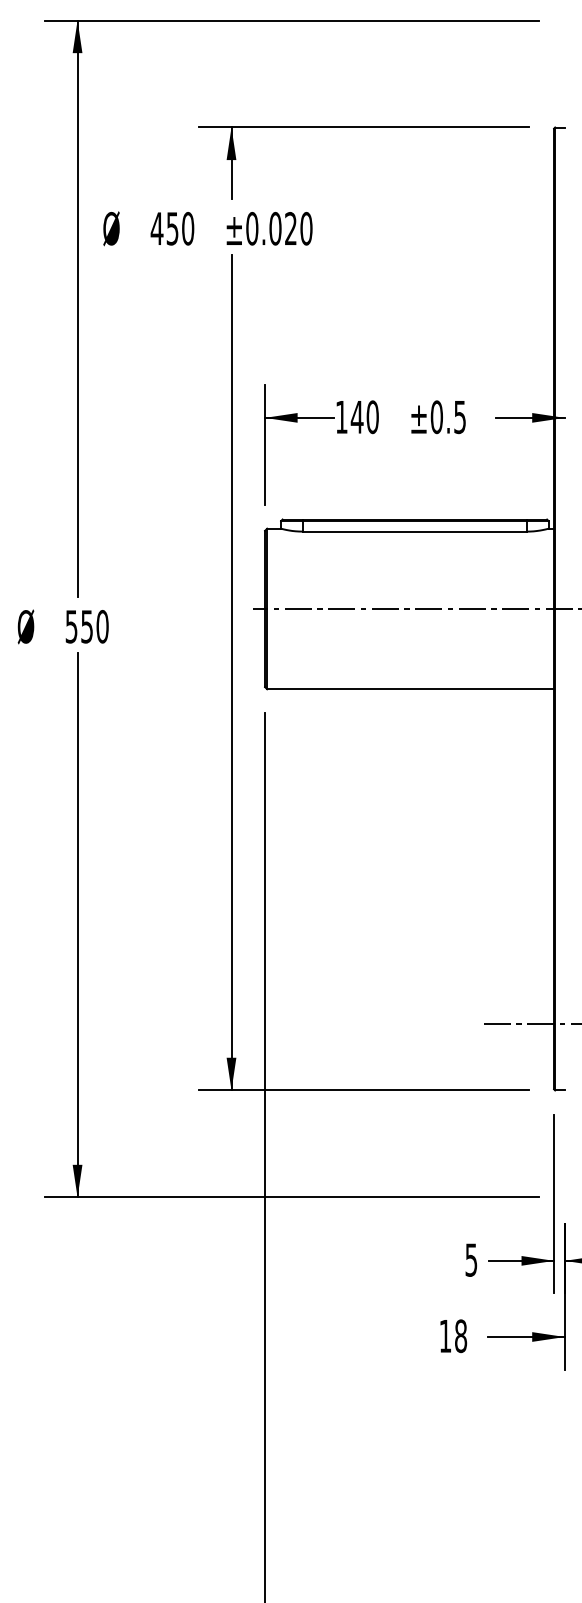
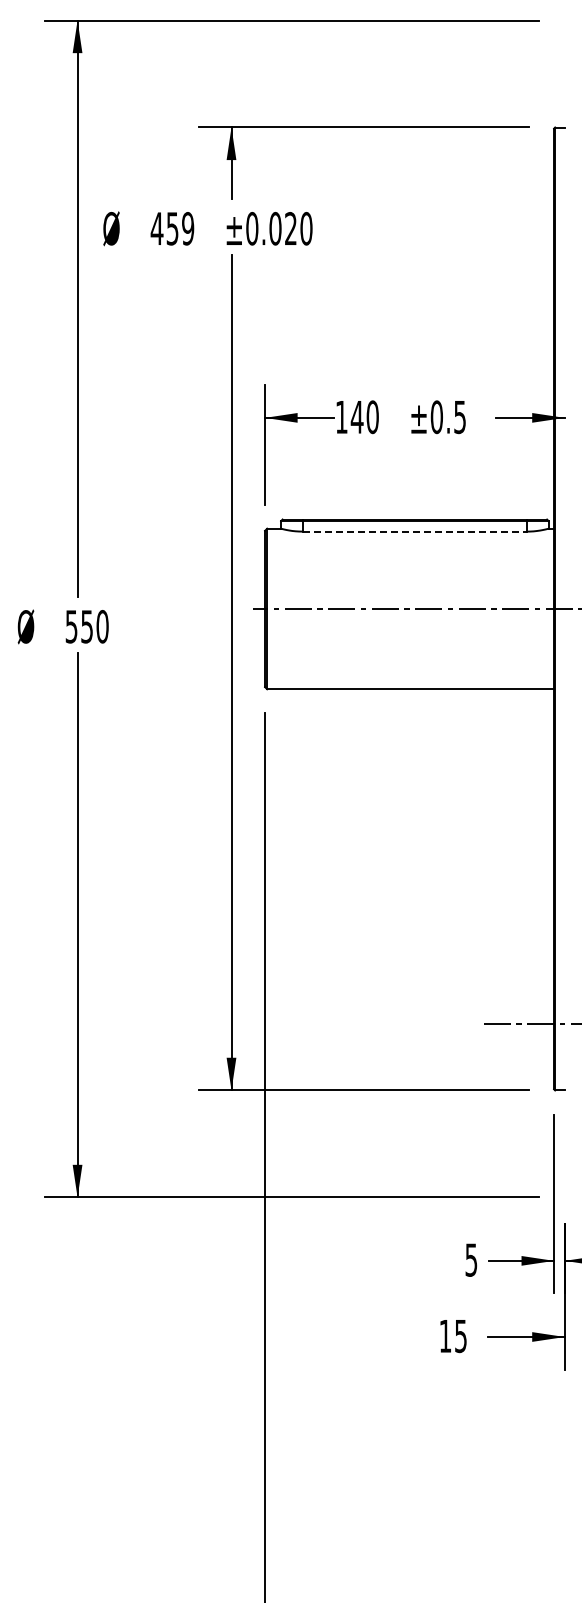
text at (188, 228): 450 -> 459
line at (415, 531): solid -> dashed
text at (461, 1336): 18 -> 15
